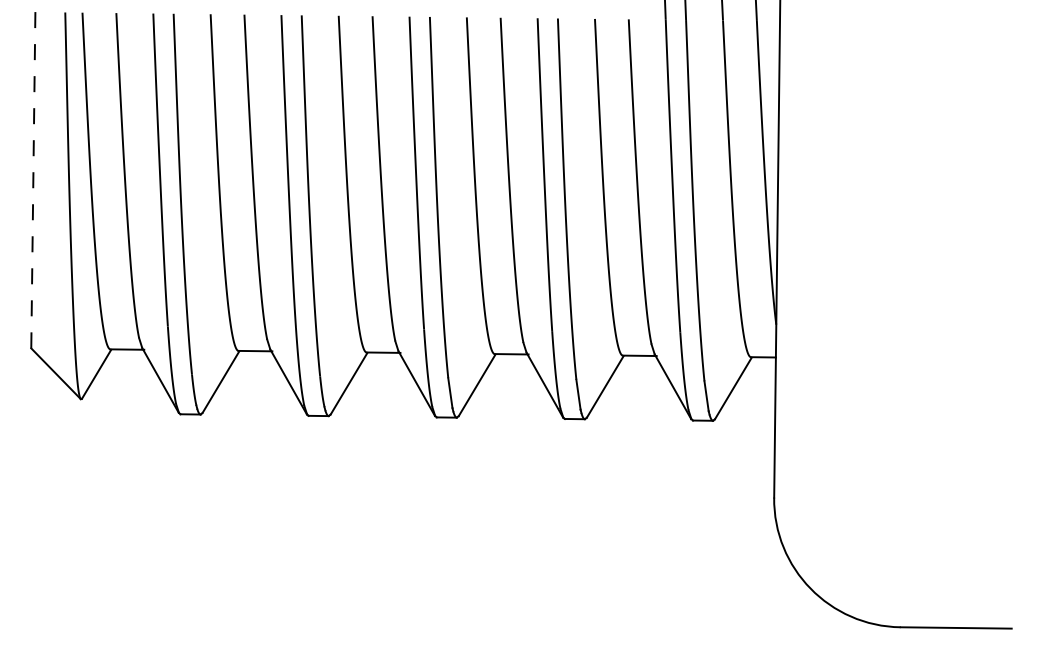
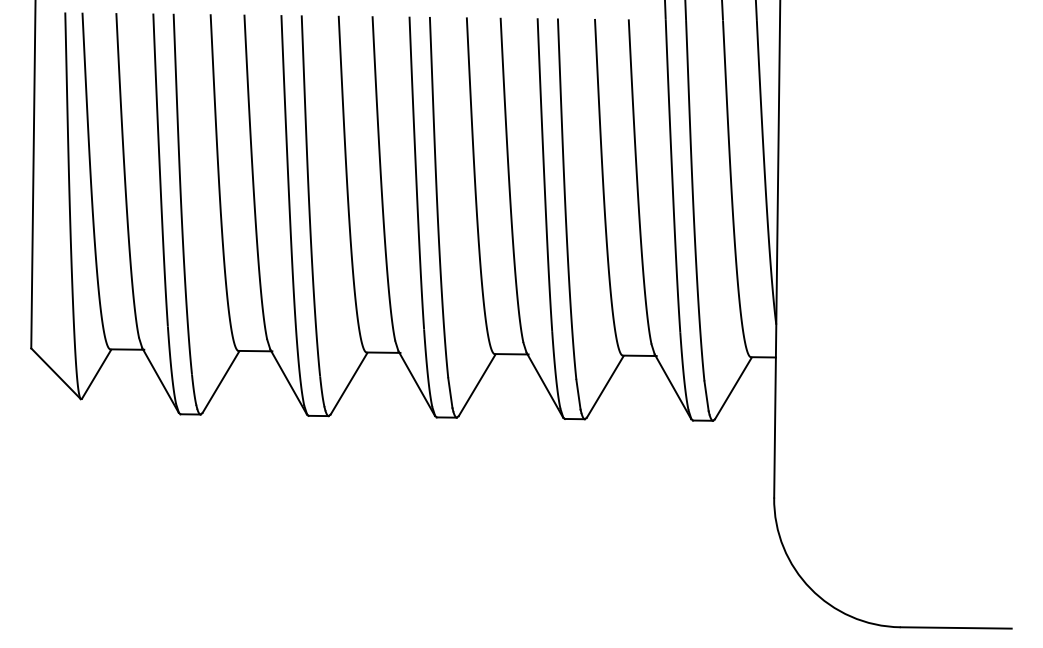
line at (33, 174): dashed -> solid
